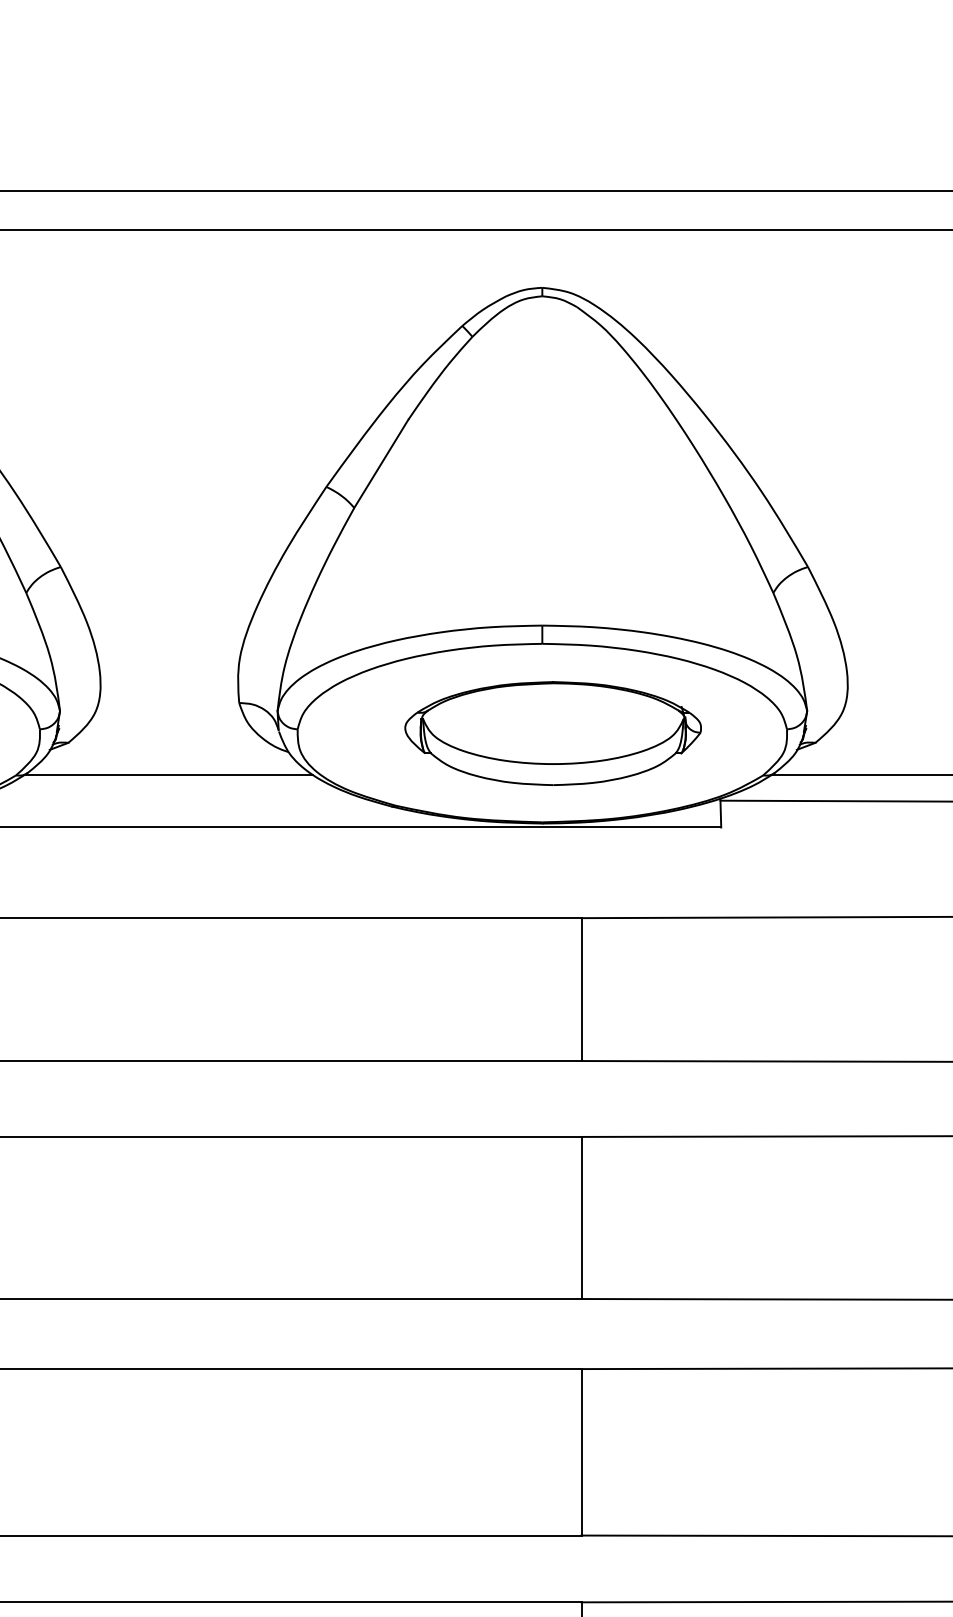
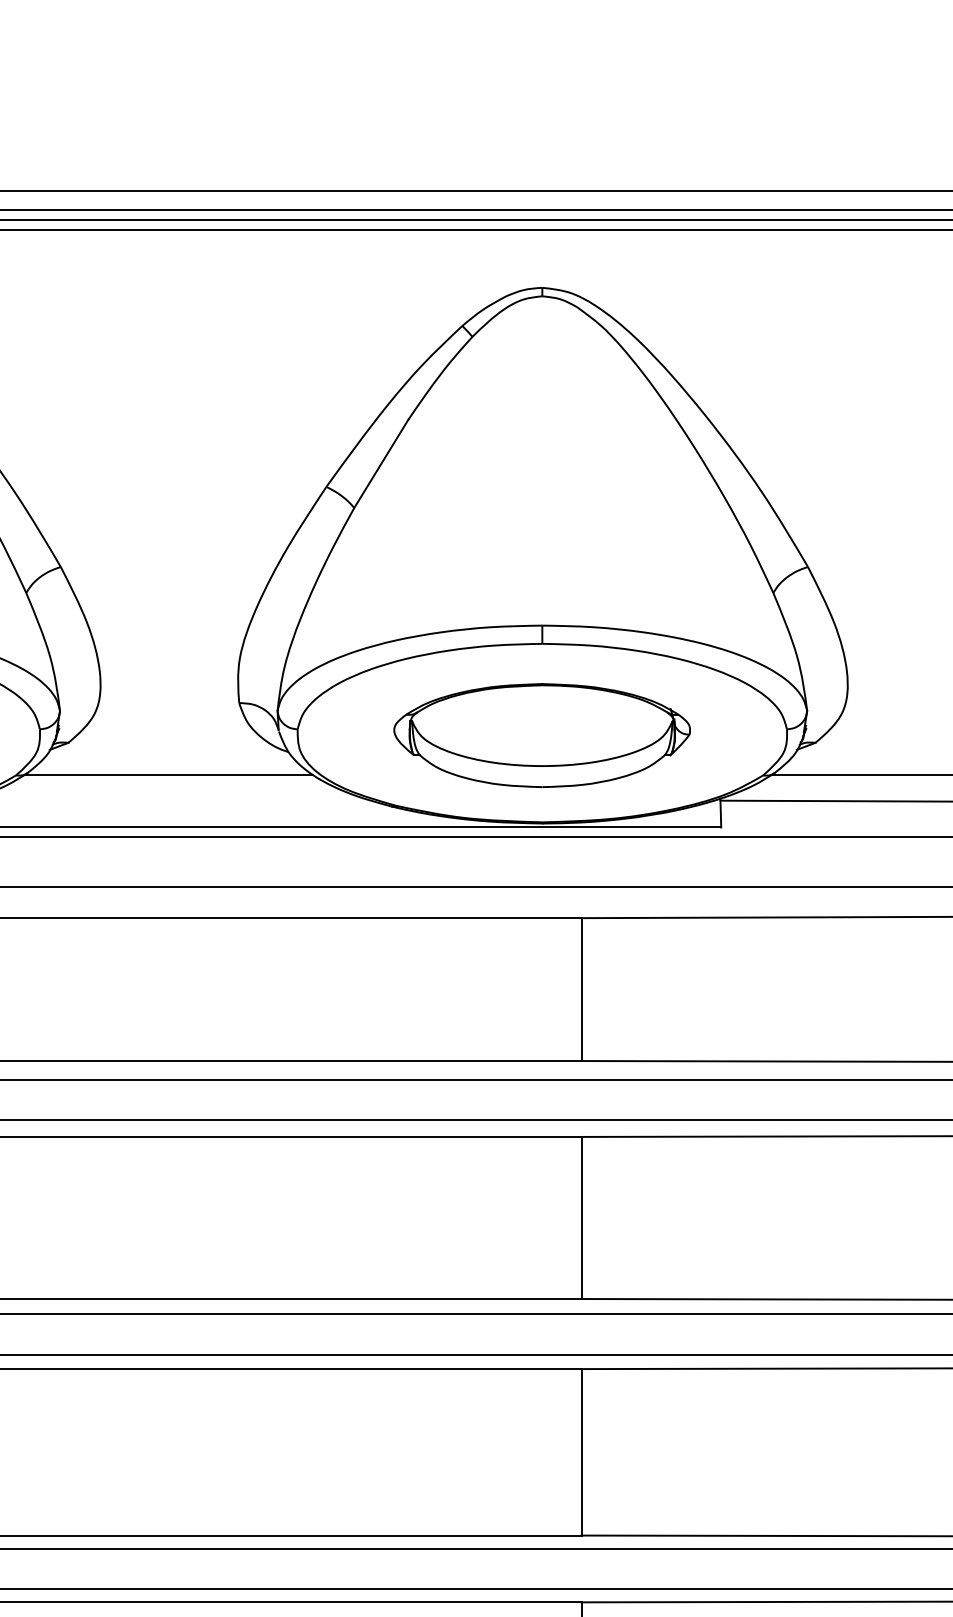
line at (475, 209): none -> present
line at (475, 219): none -> present
part at (552, 733) position: (552, 733) -> (541, 735)
line at (475, 836): none -> present
line at (475, 887): none -> present
line at (475, 1079): none -> present
line at (475, 1119): none -> present
line at (475, 1314): none -> present
line at (475, 1354): none -> present
line at (475, 1548): none -> present
line at (475, 1589): none -> present
